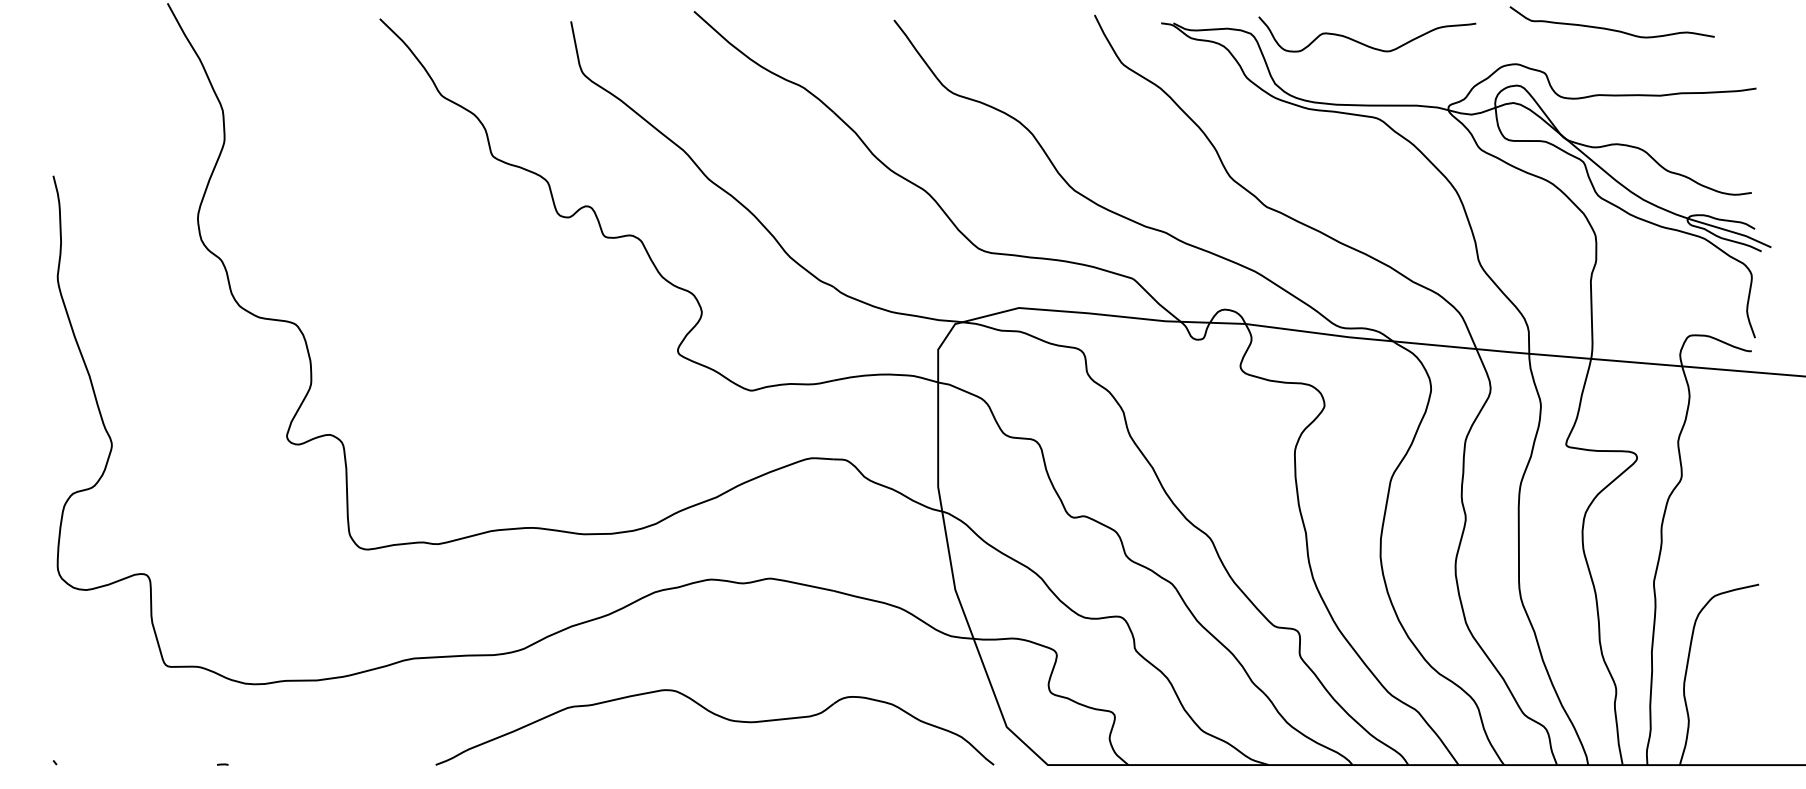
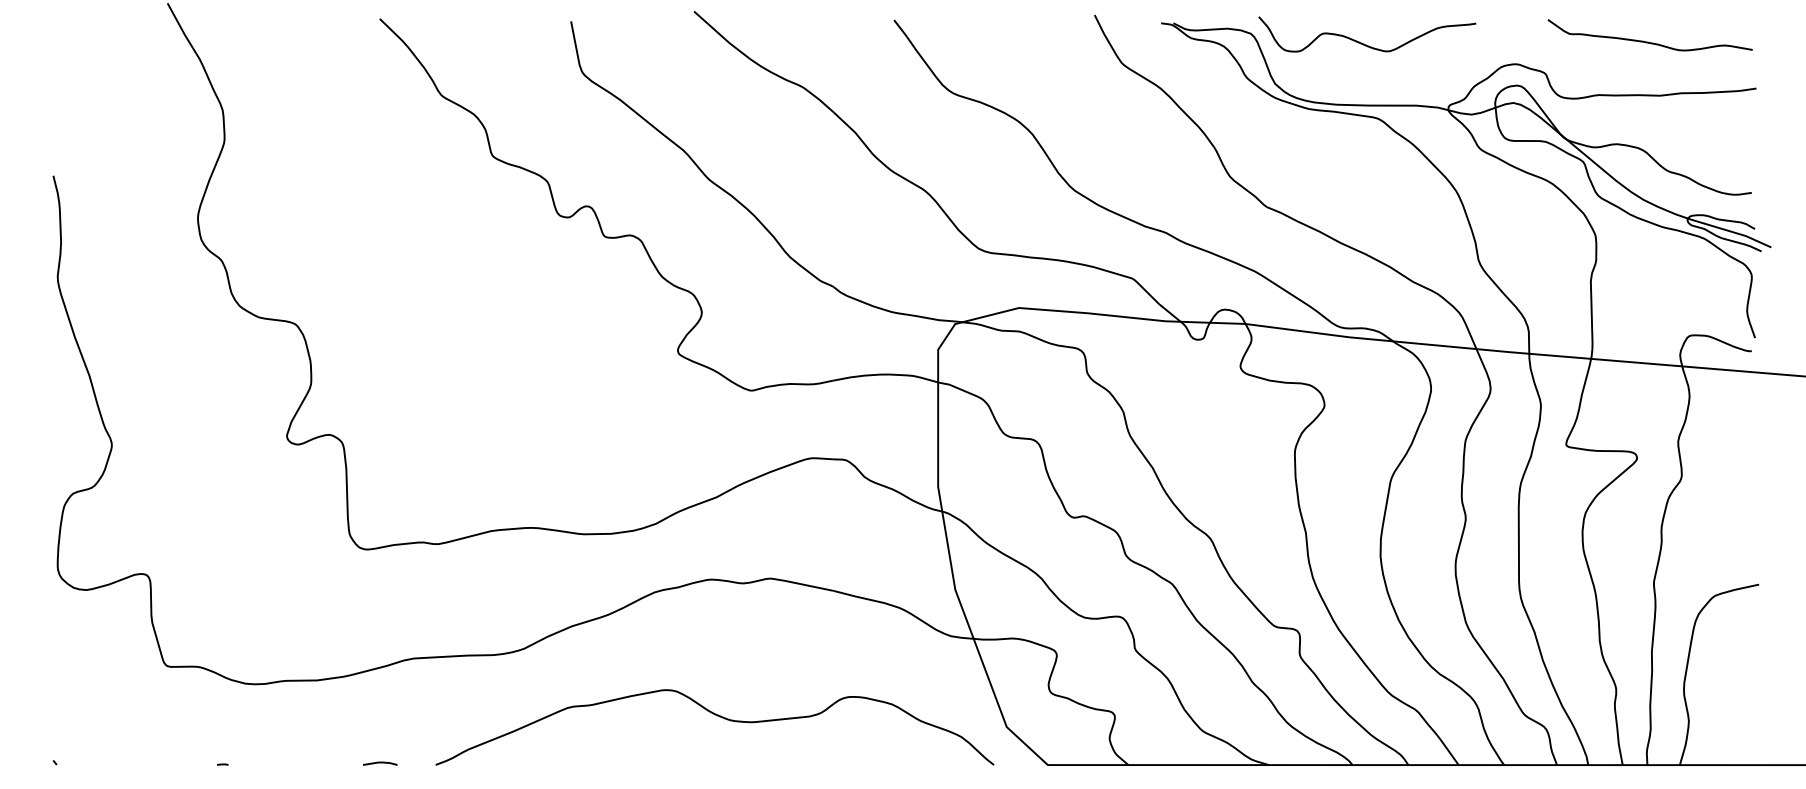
curve at (1610, 28) position: (1610, 28) -> (1648, 41)
line at (380, 763): none -> present
